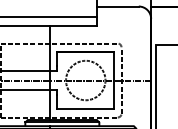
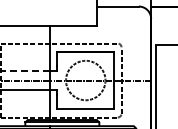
line at (49, 17): present -> none
line at (25, 70): solid -> dashed
